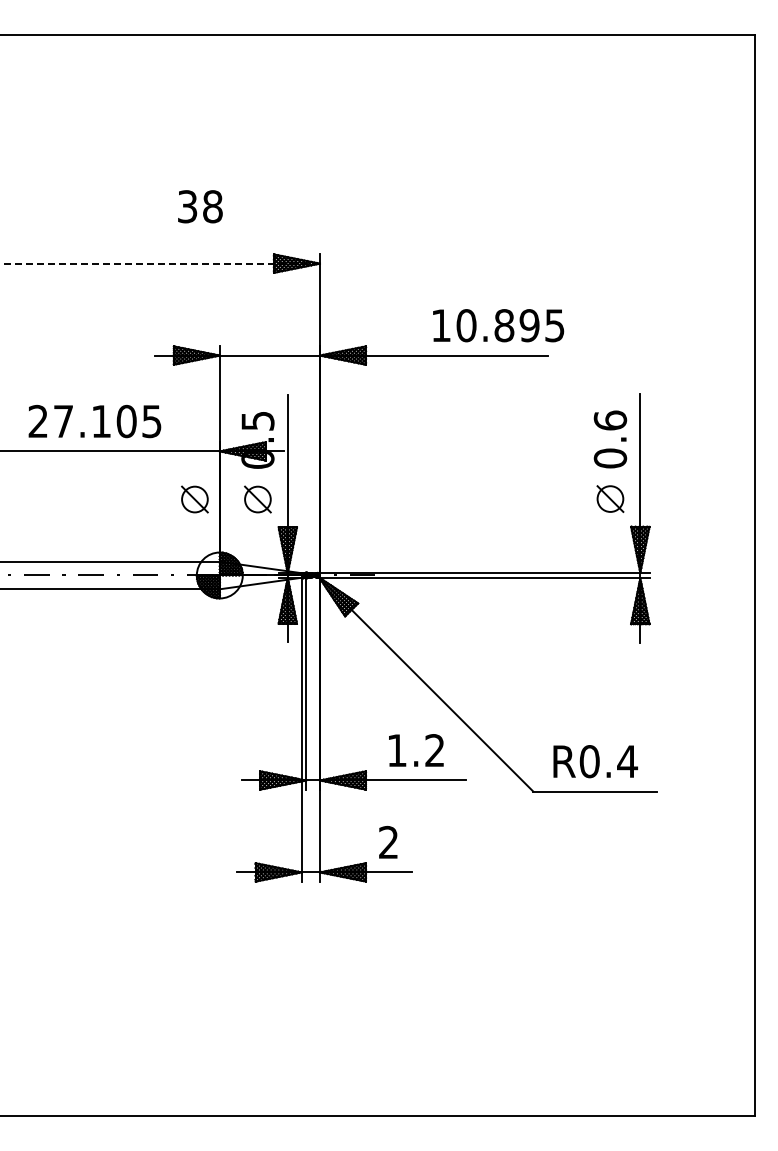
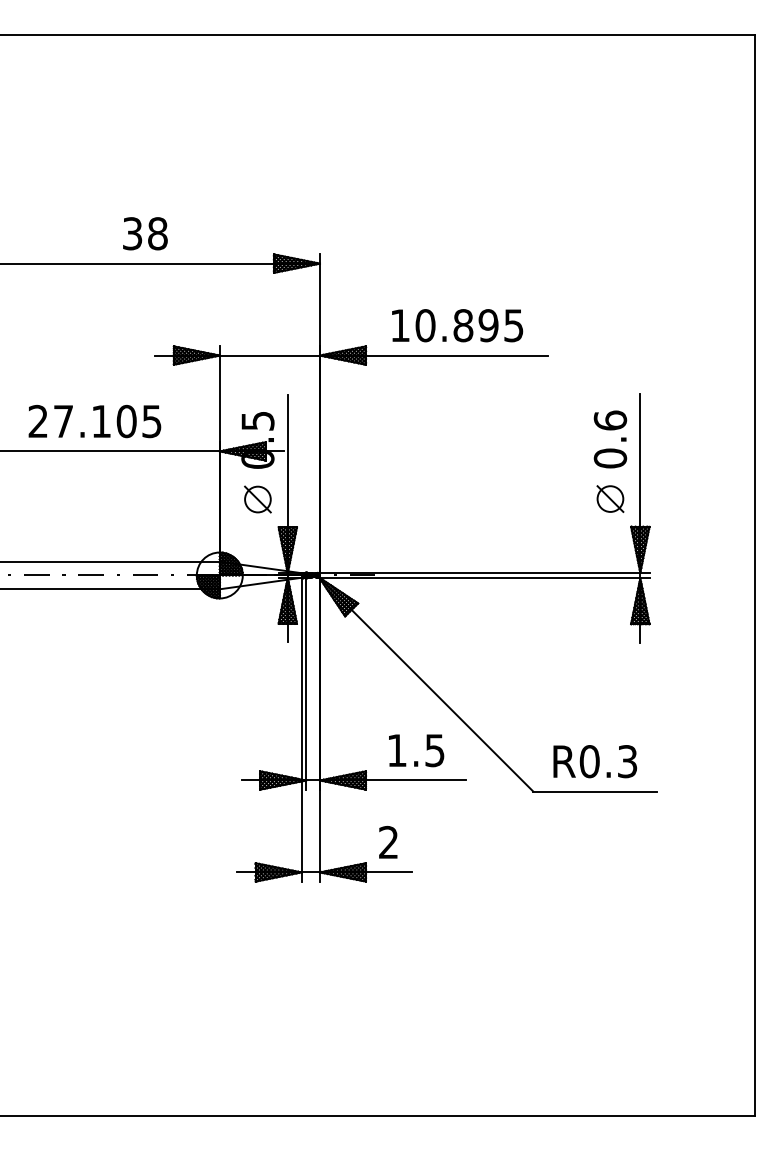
text at (200, 206) position: (200, 206) -> (145, 233)
line at (160, 263): dashed -> solid
text at (498, 325) position: (498, 325) -> (457, 325)
part at (194, 499): present -> none
text at (434, 750): 1.2 -> 1.5
text at (627, 761): R0.4 -> R0.3
